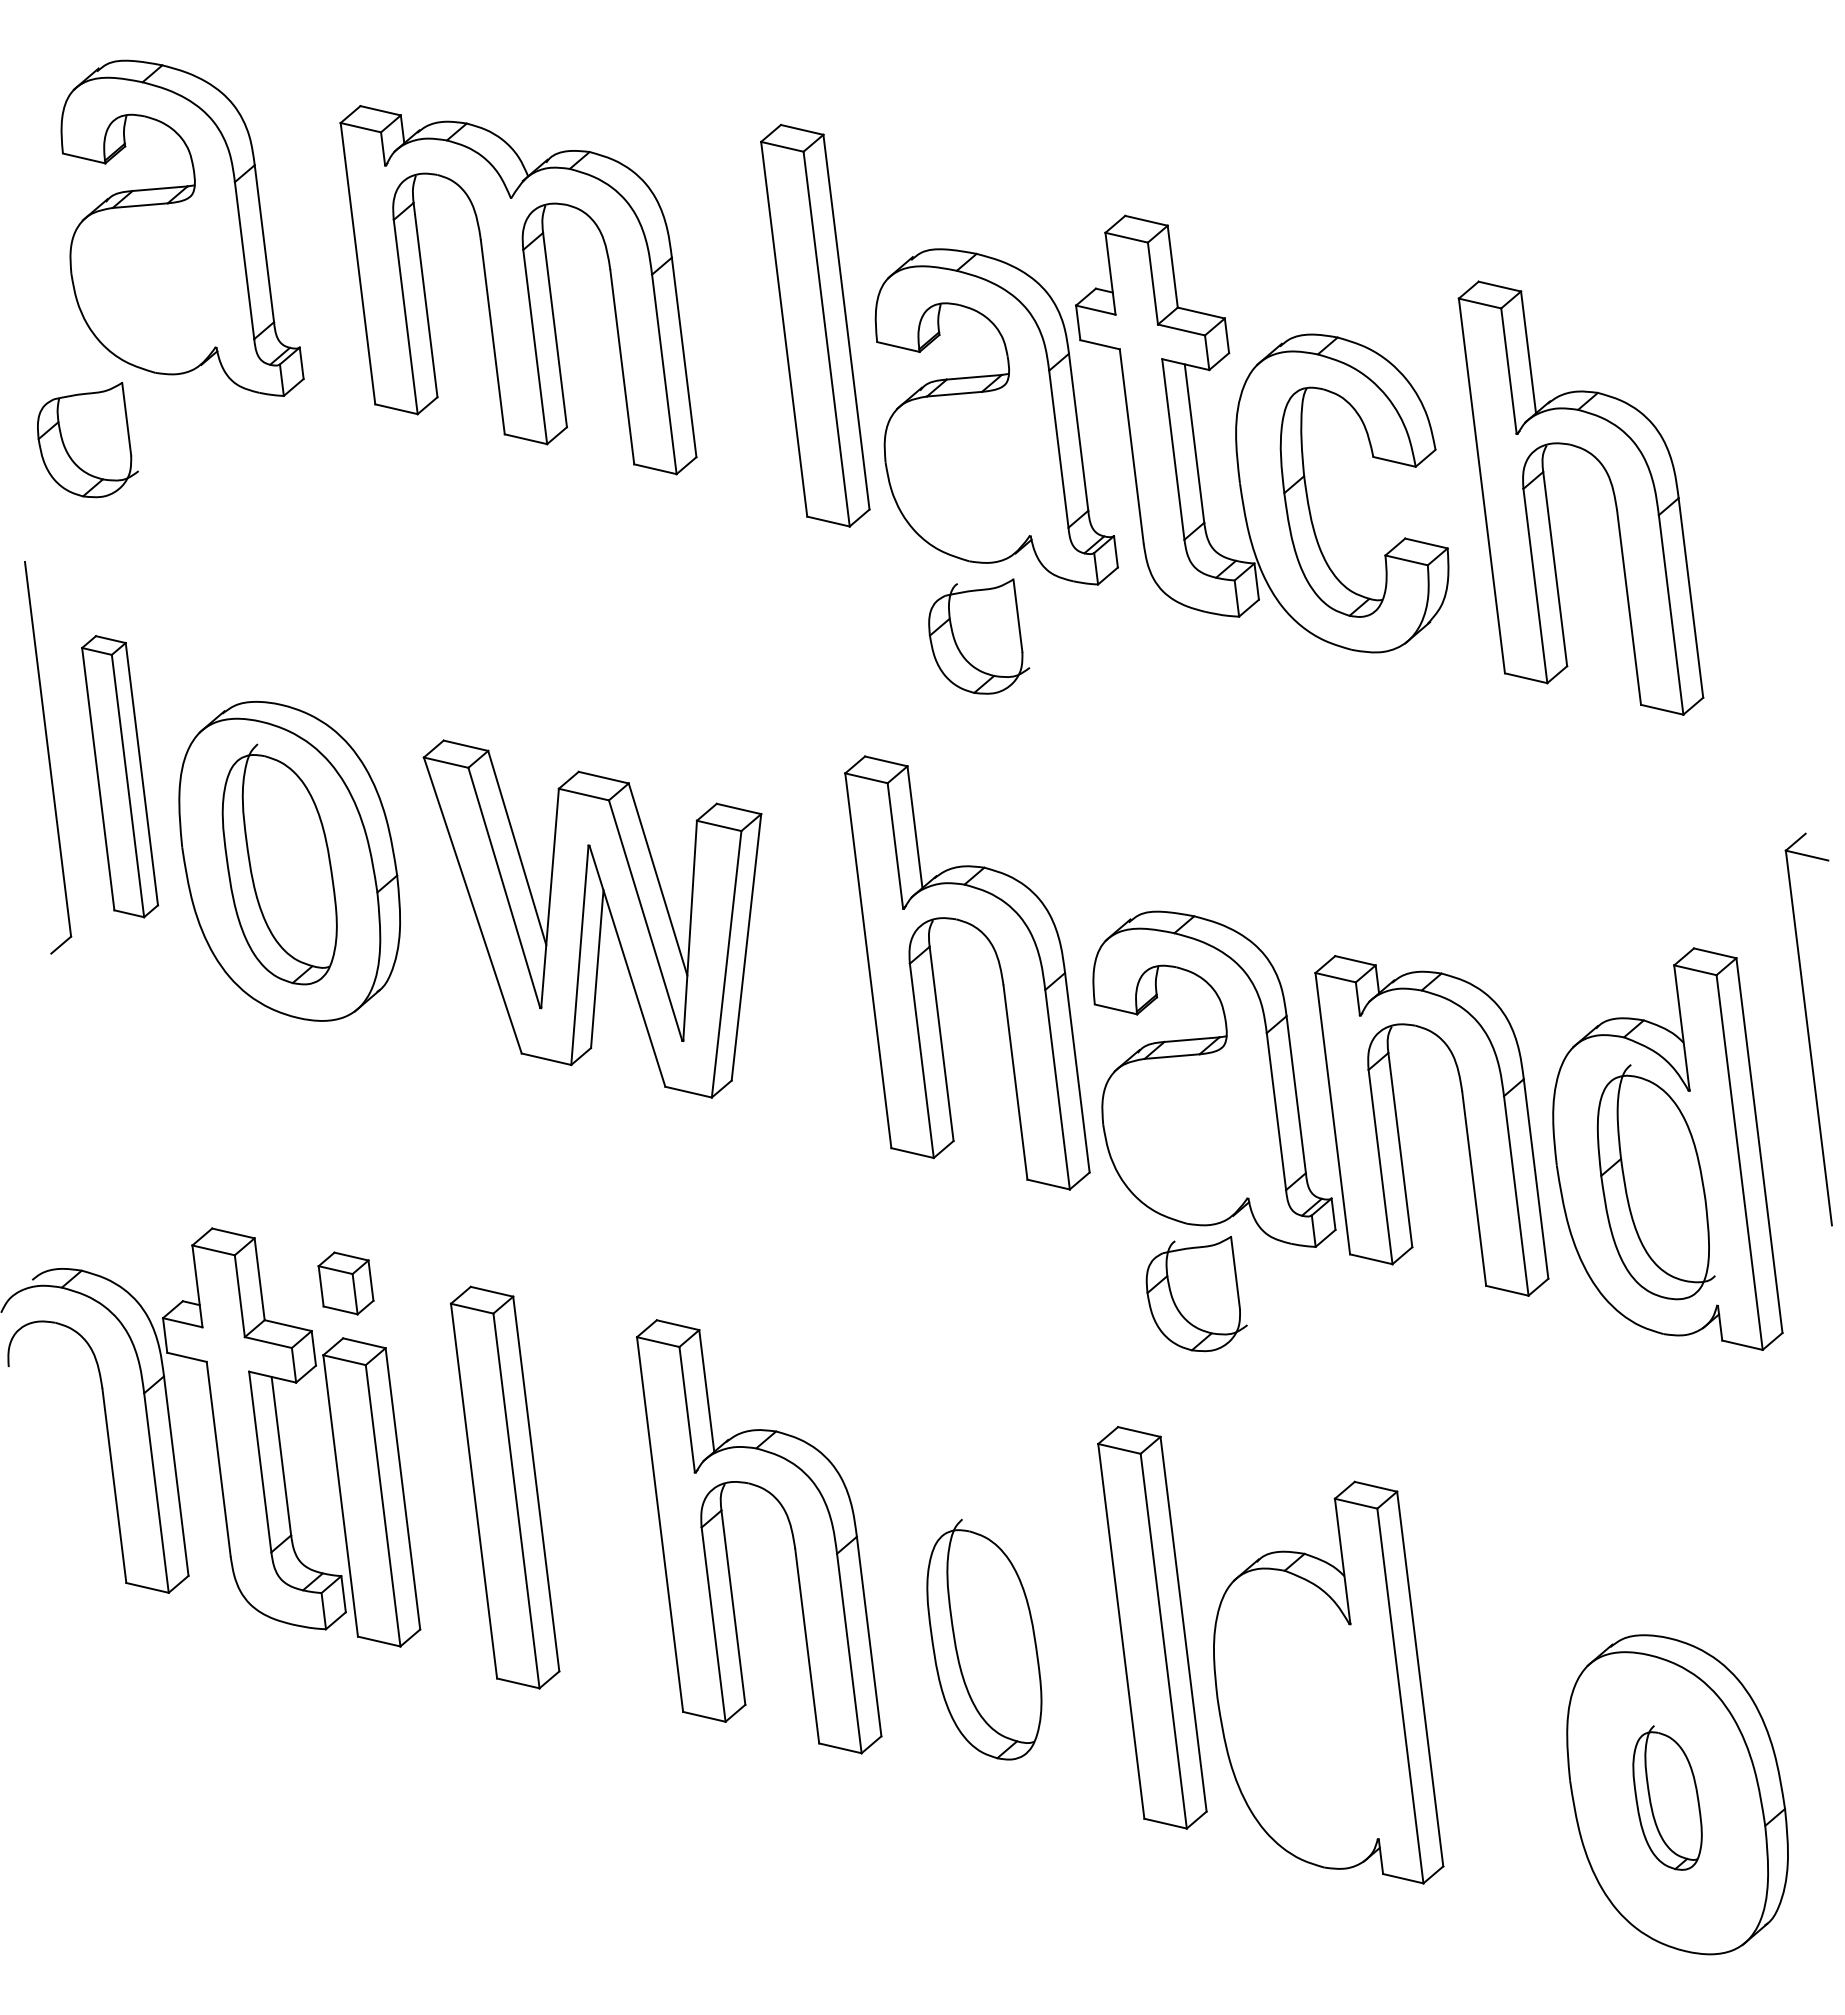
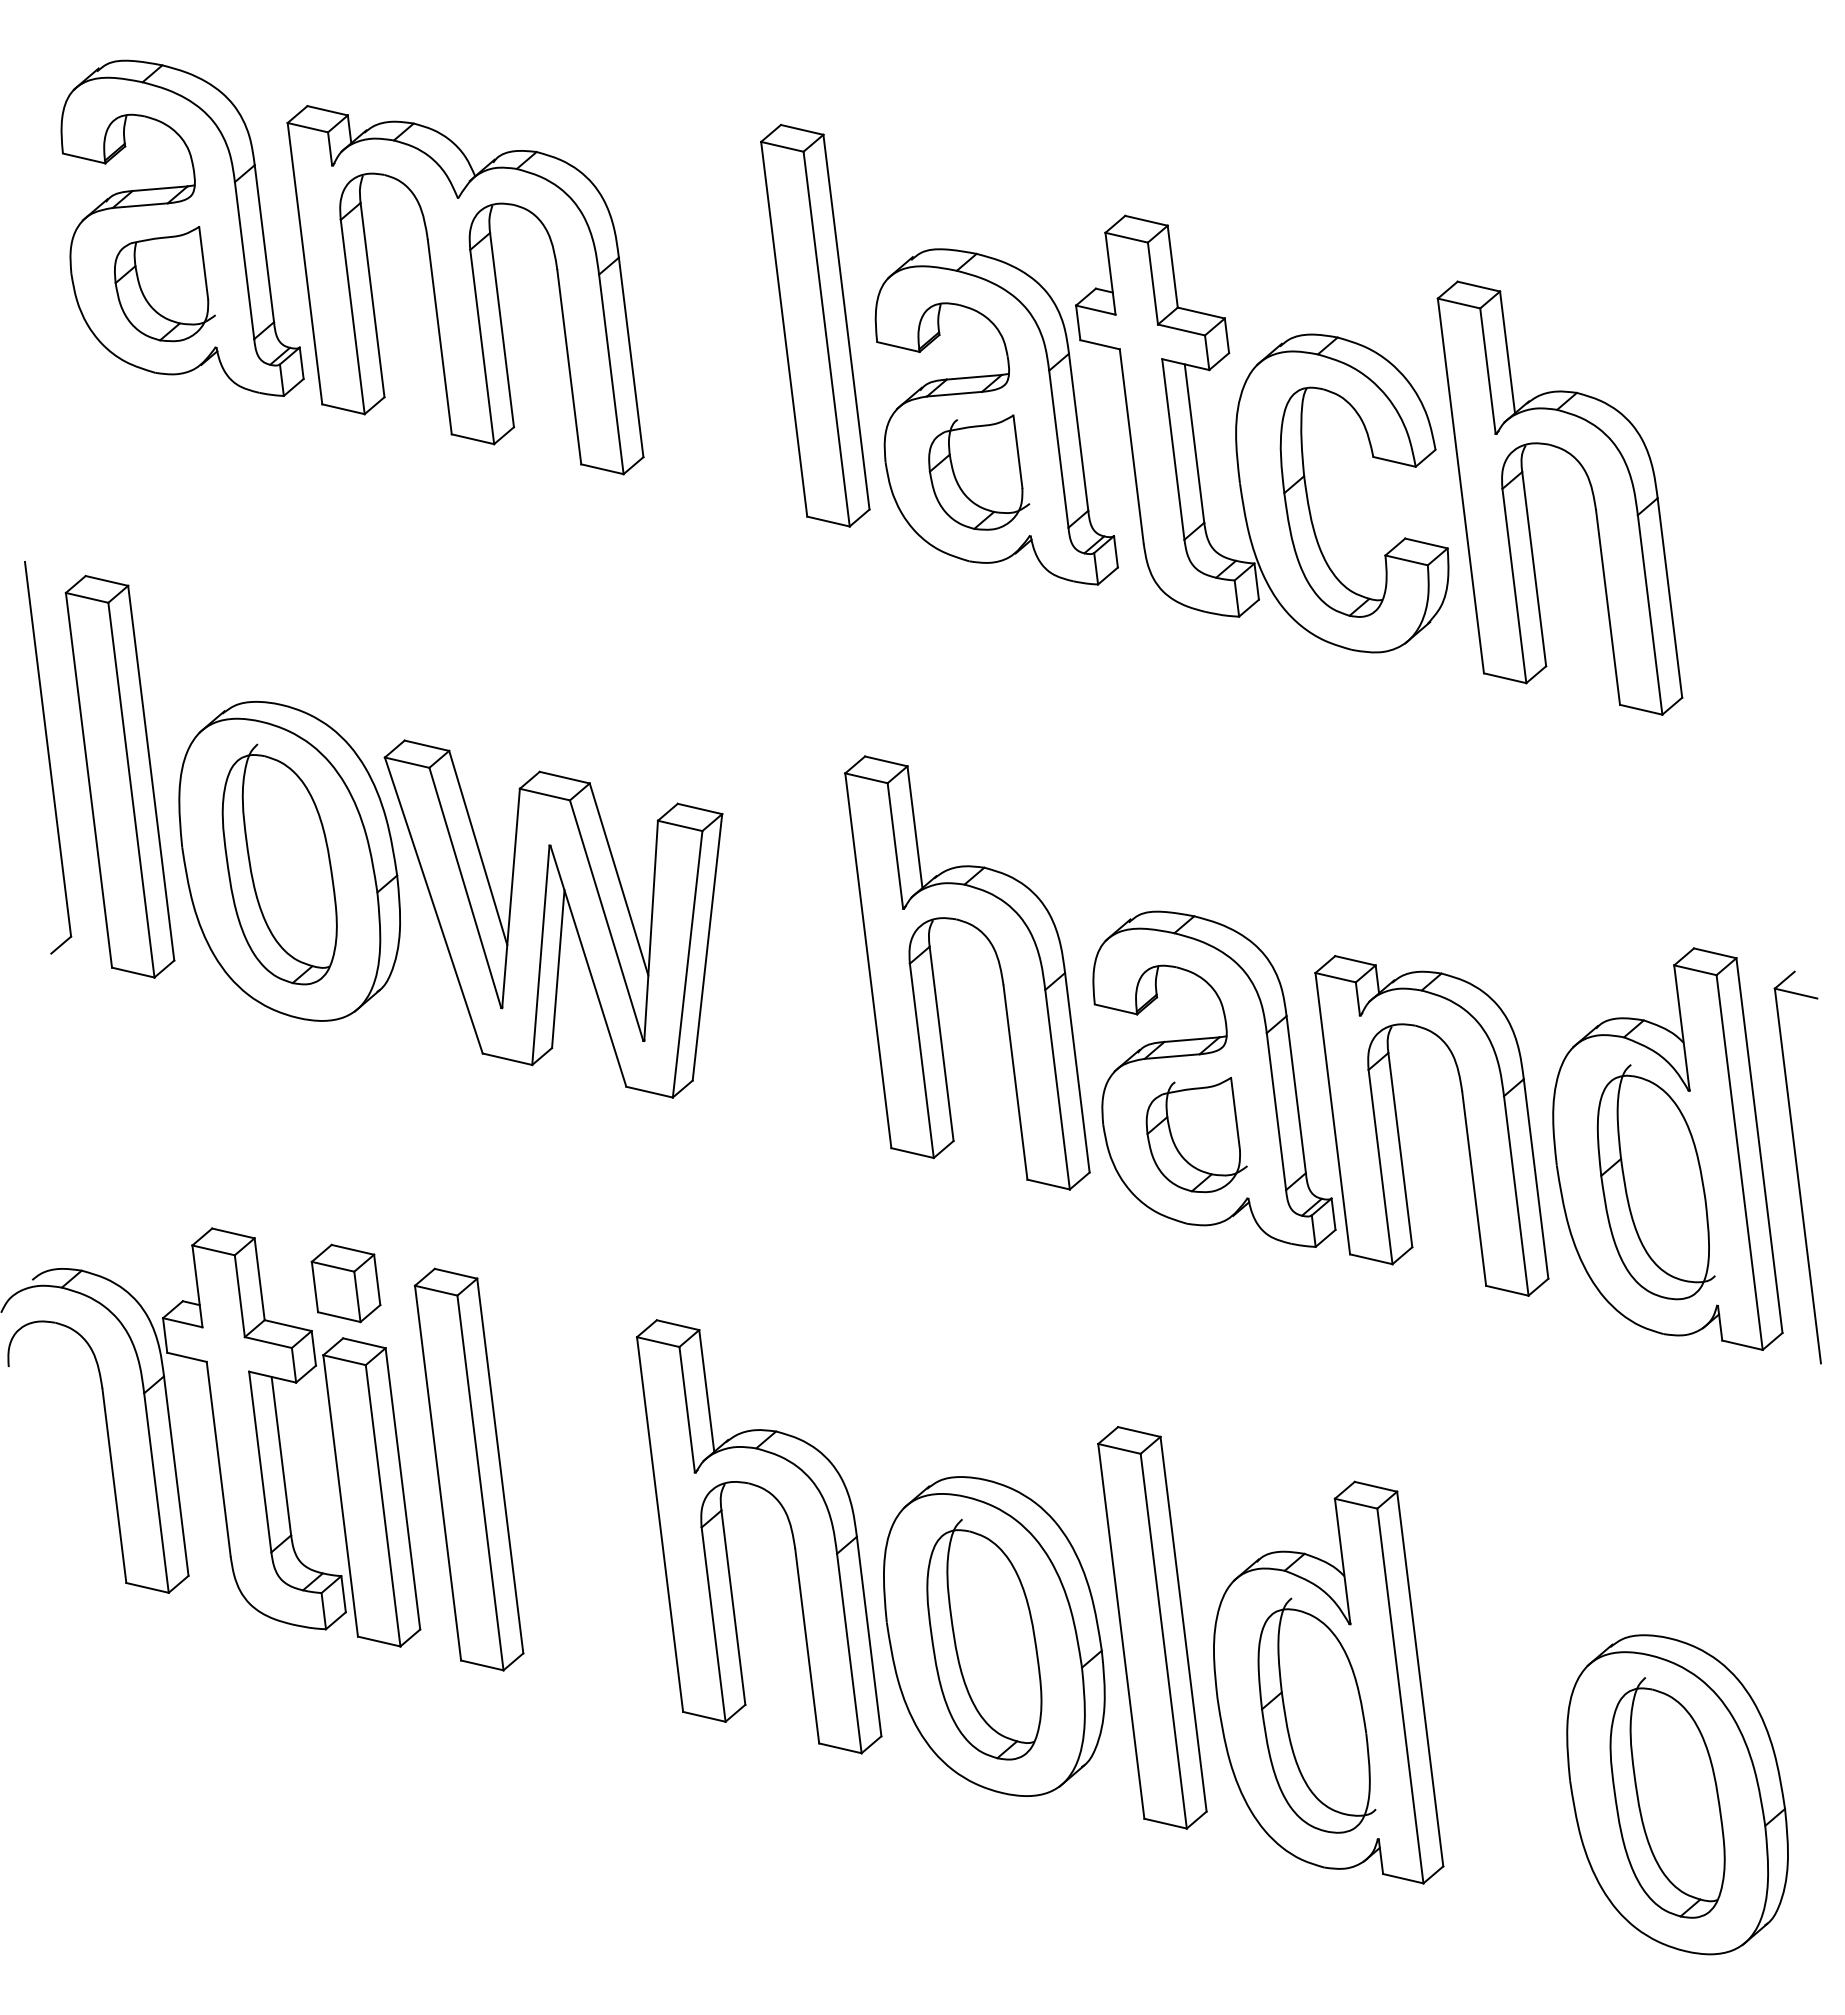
part at (518, 290) position: (518, 290) -> (465, 290)
part at (87, 440) position: (87, 440) -> (164, 284)
part at (1611, 488) position: (1611, 488) -> (1590, 488)
part at (979, 636) position: (979, 636) -> (979, 472)
part at (120, 776) size: 79x284 px -> 112x405 px
part at (592, 918) position: (592, 918) -> (553, 918)
part at (1808, 1029) position: (1808, 1029) -> (1797, 1167)
part at (345, 1283) size: 58x65 px -> 72x81 px
part at (1196, 1294) position: (1196, 1294) -> (1196, 1135)
part at (504, 1487) position: (504, 1487) -> (468, 1469)
part at (994, 1636): none -> present
part at (1316, 1715): none -> present
part at (1667, 1797) size: 71x146 px -> 117x242 px
